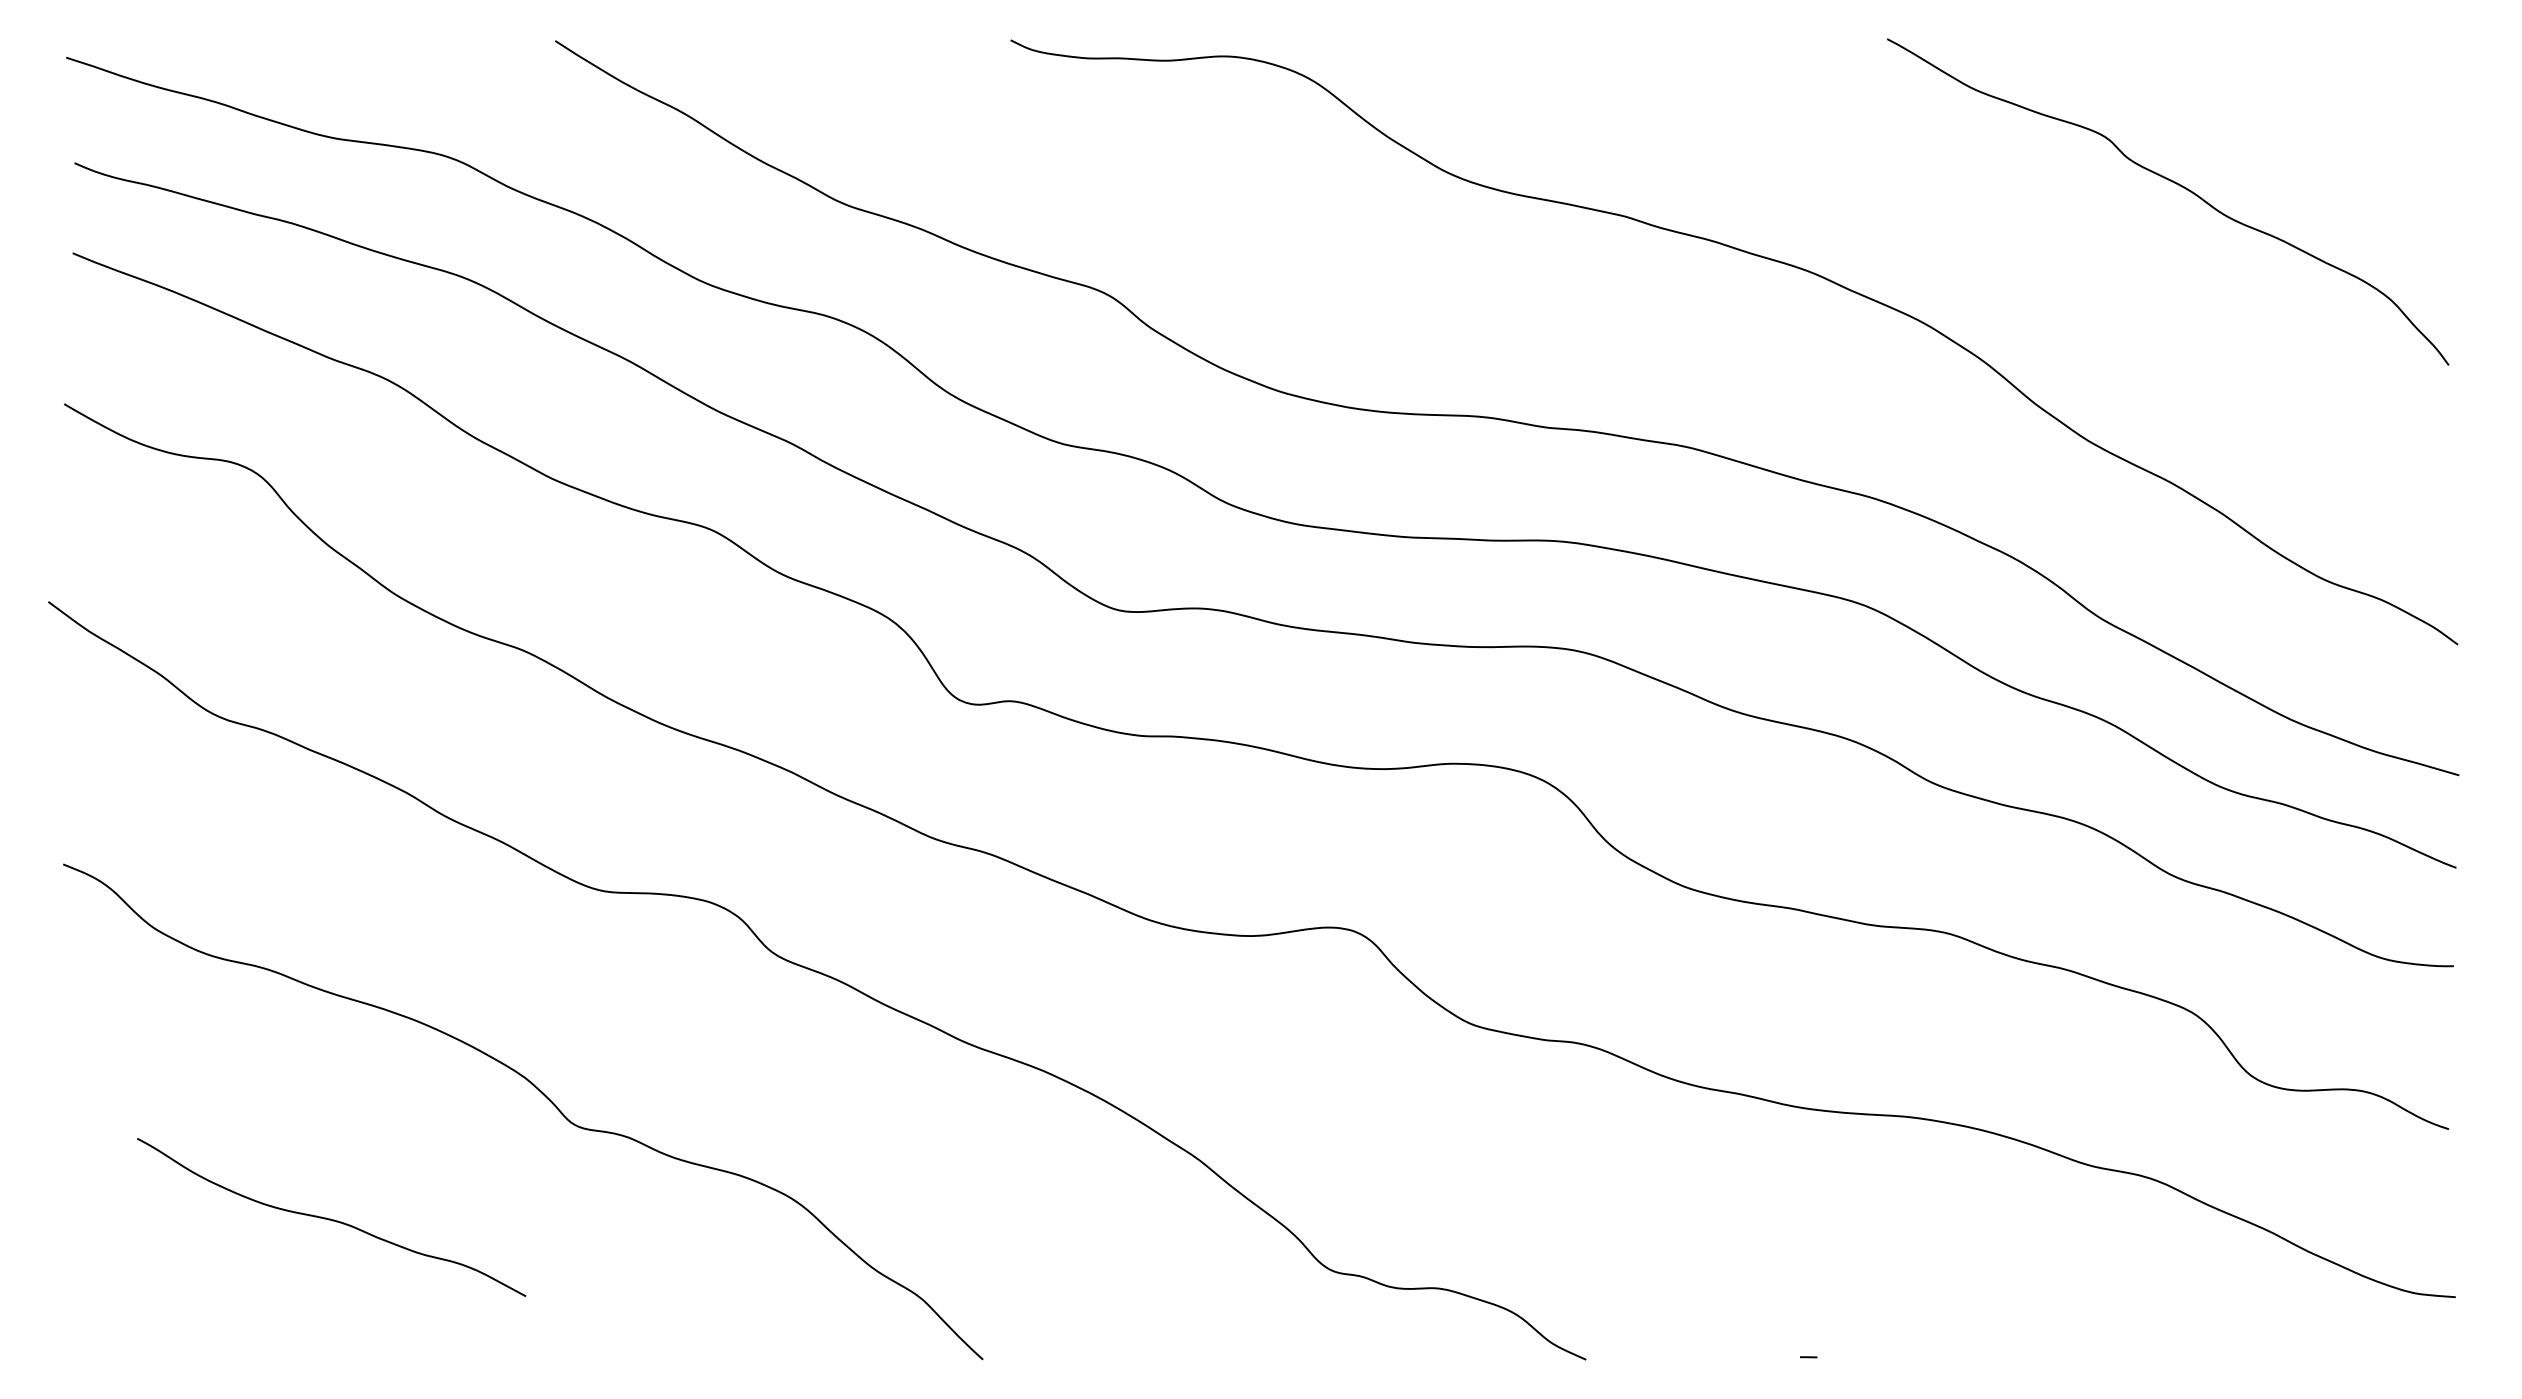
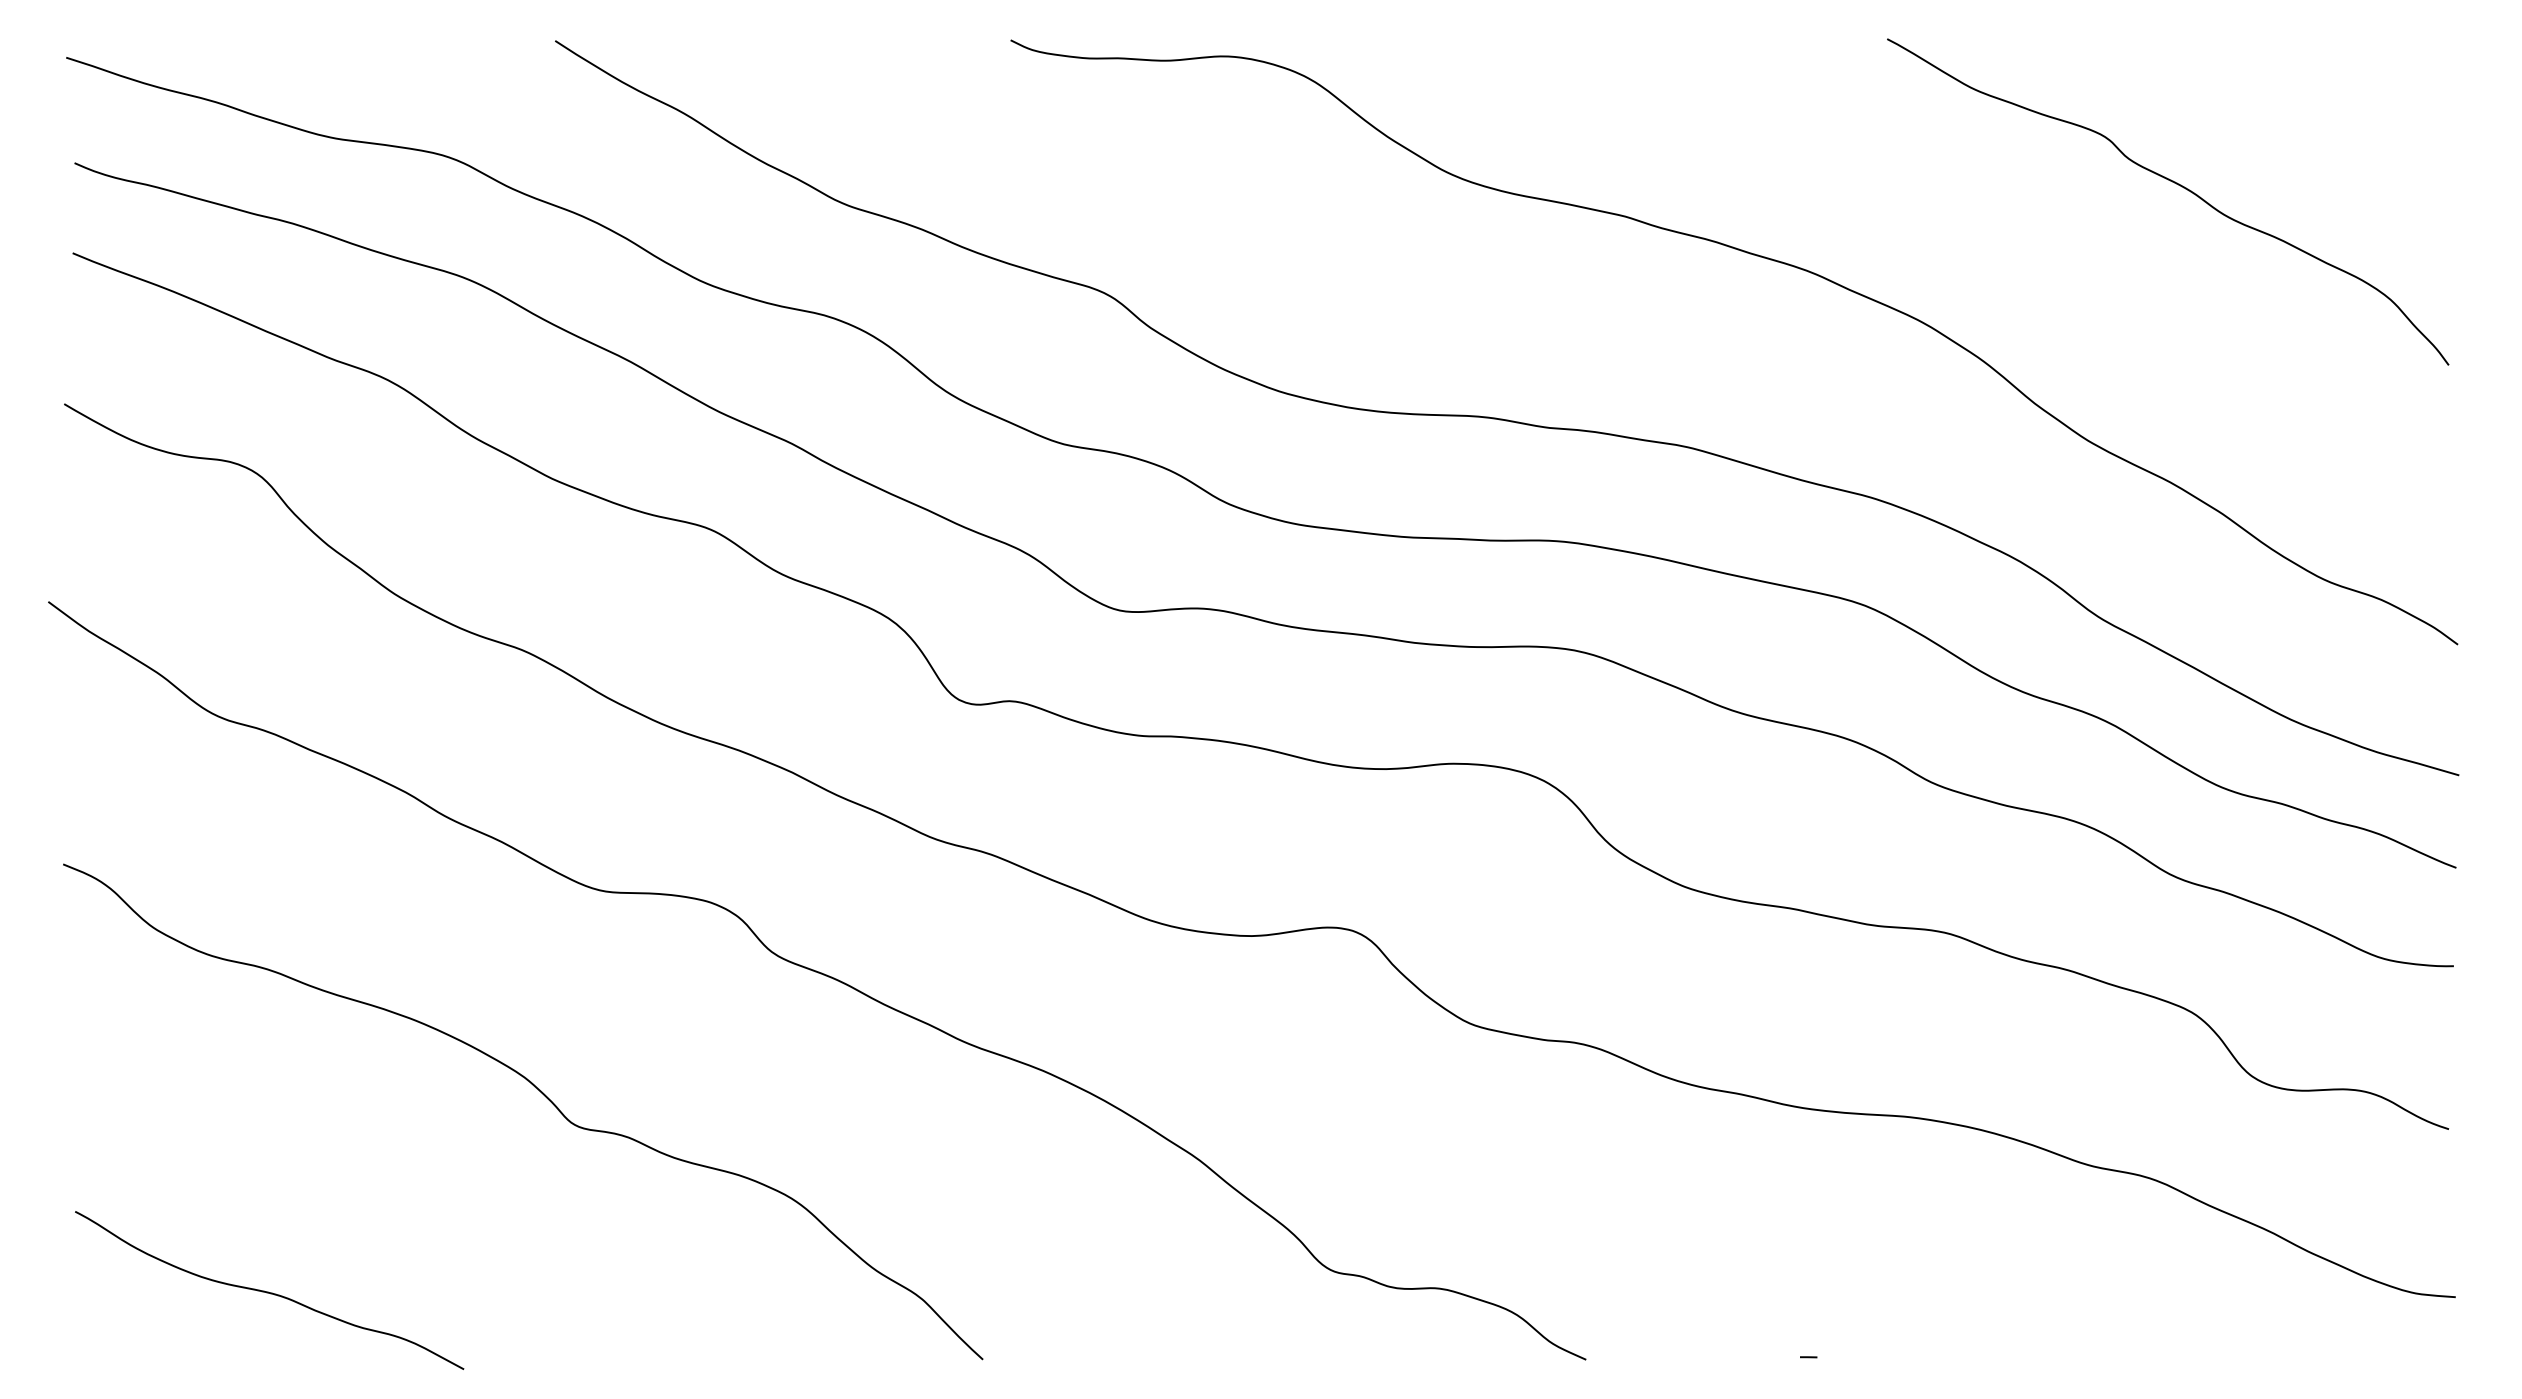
curve at (330, 1218) position: (330, 1218) -> (268, 1291)
